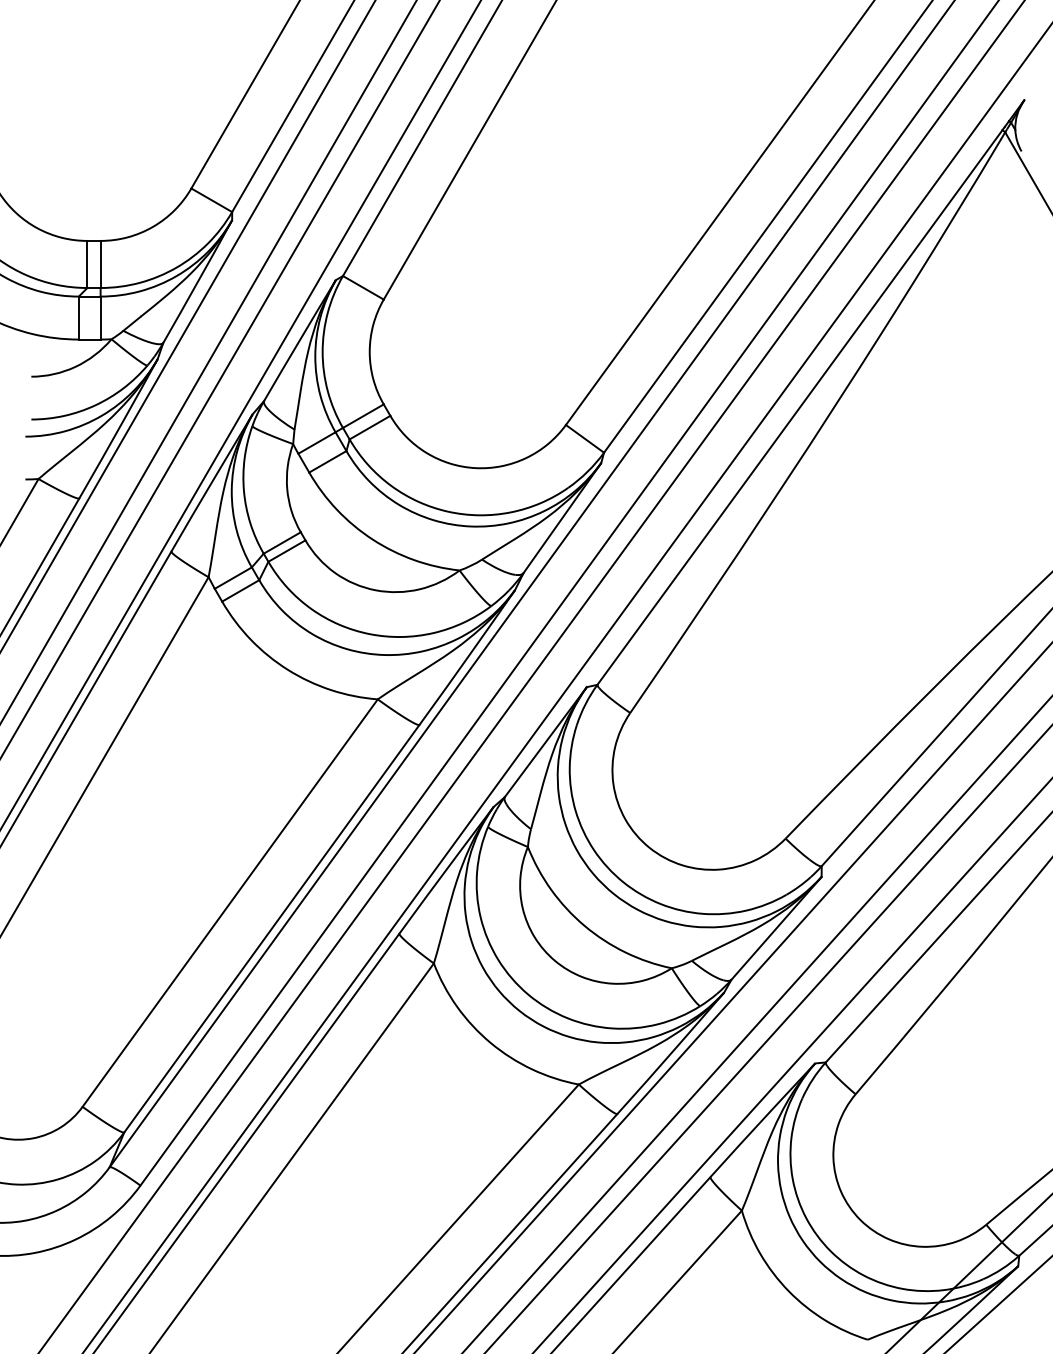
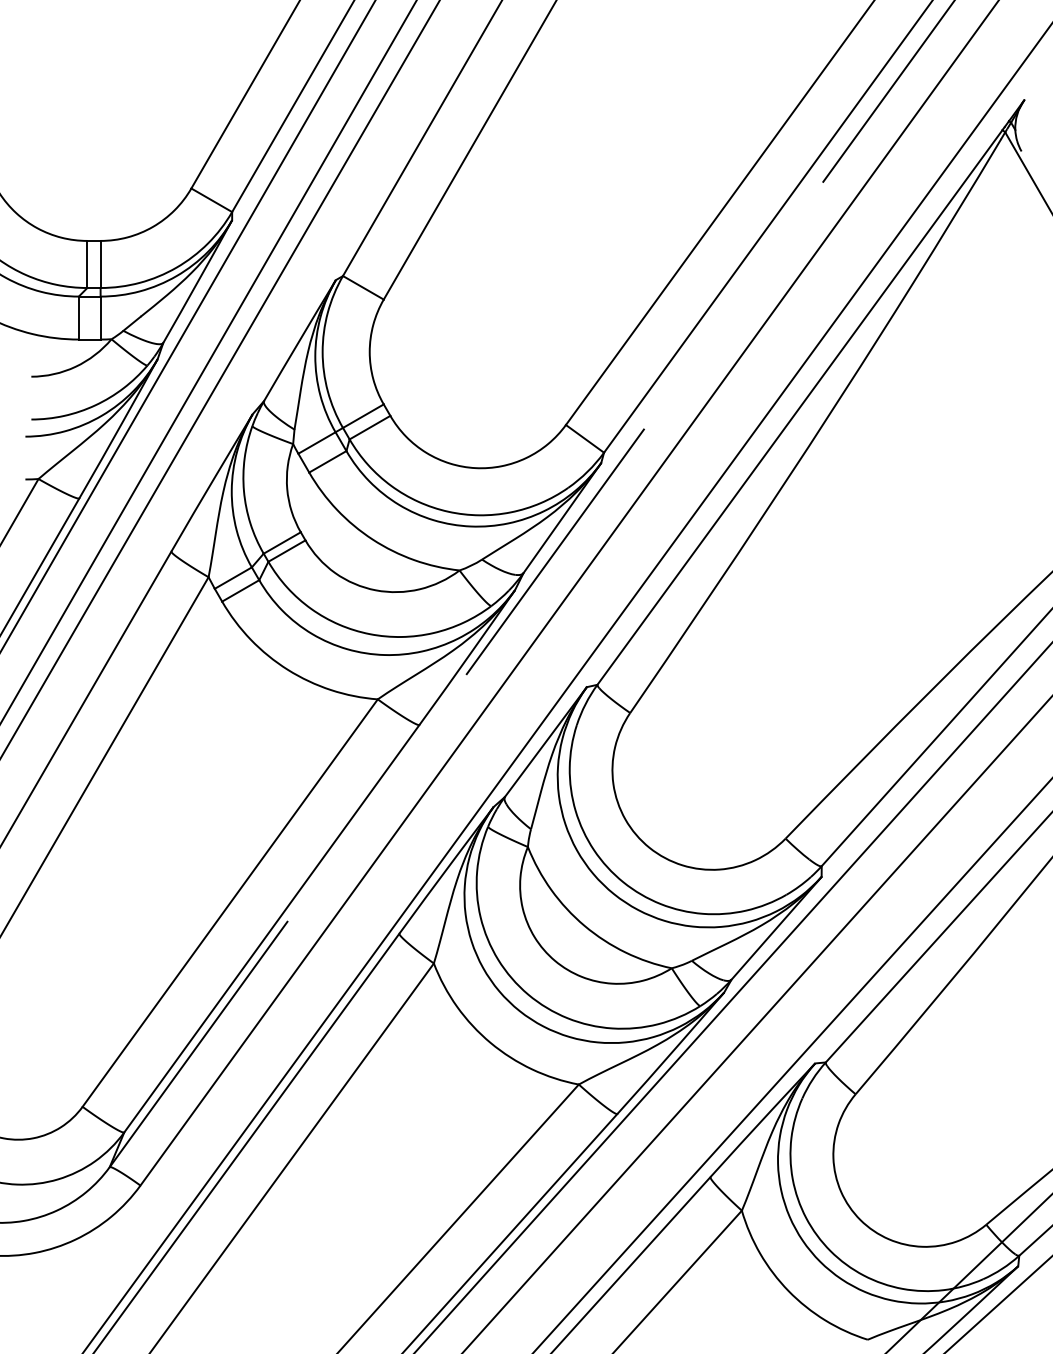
line at (241, 414): present -> none
line at (532, 583): solid -> dashed
line at (531, 676): present -> none
line at (768, 1038): present -> none
